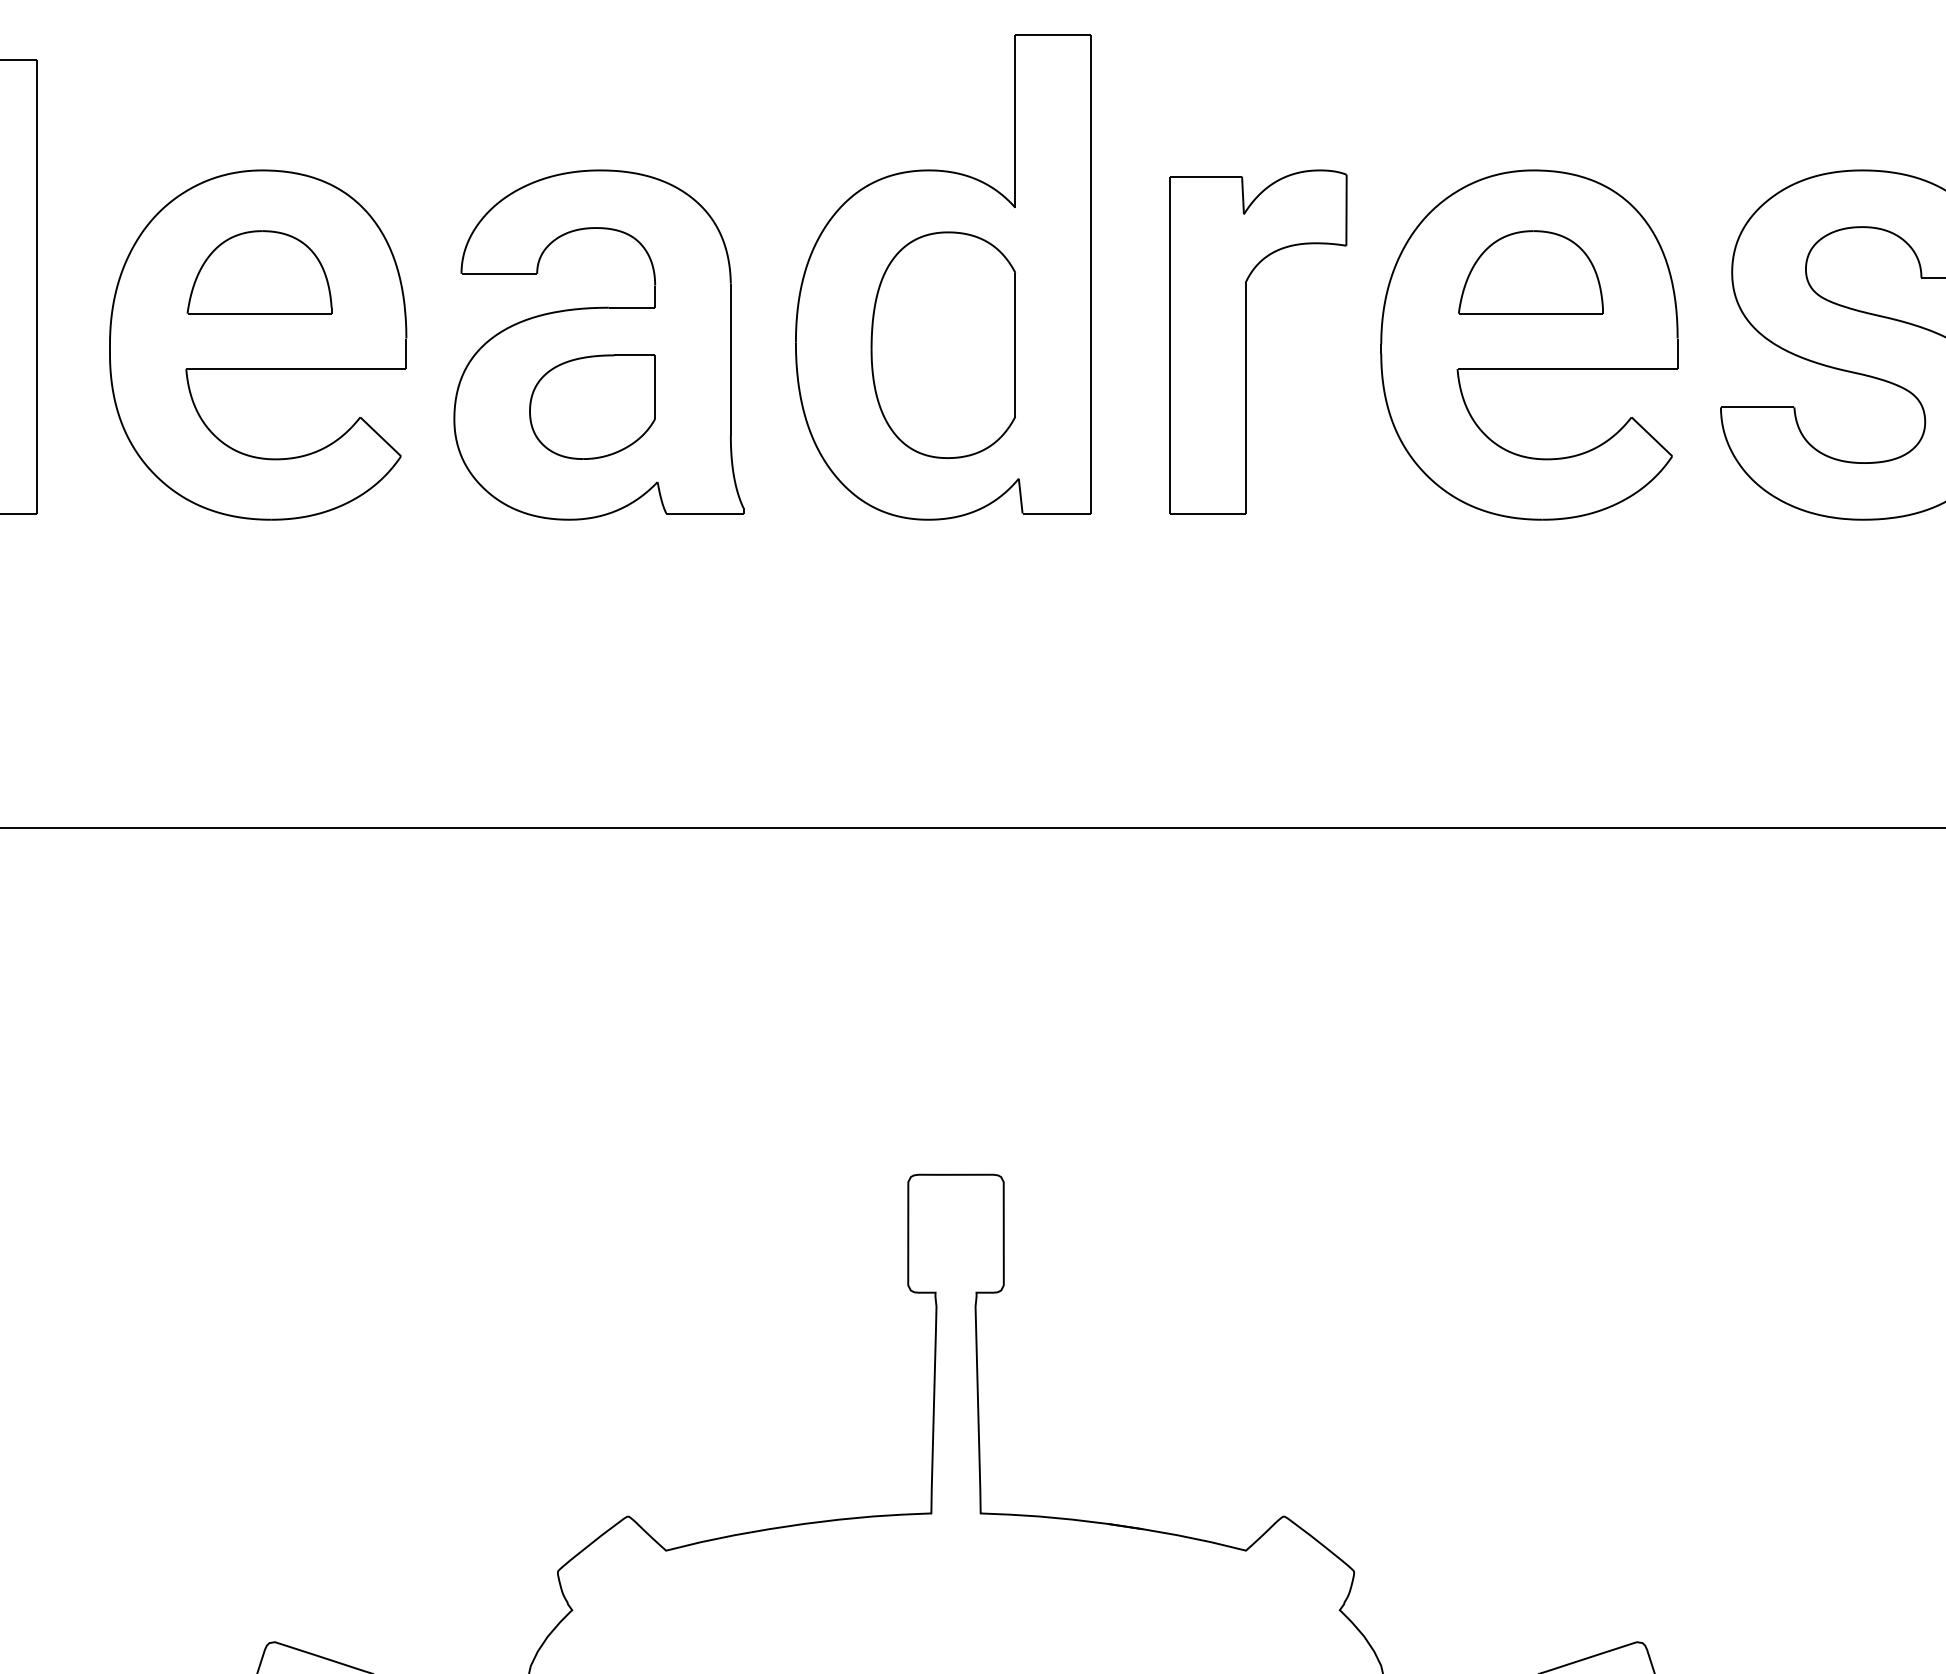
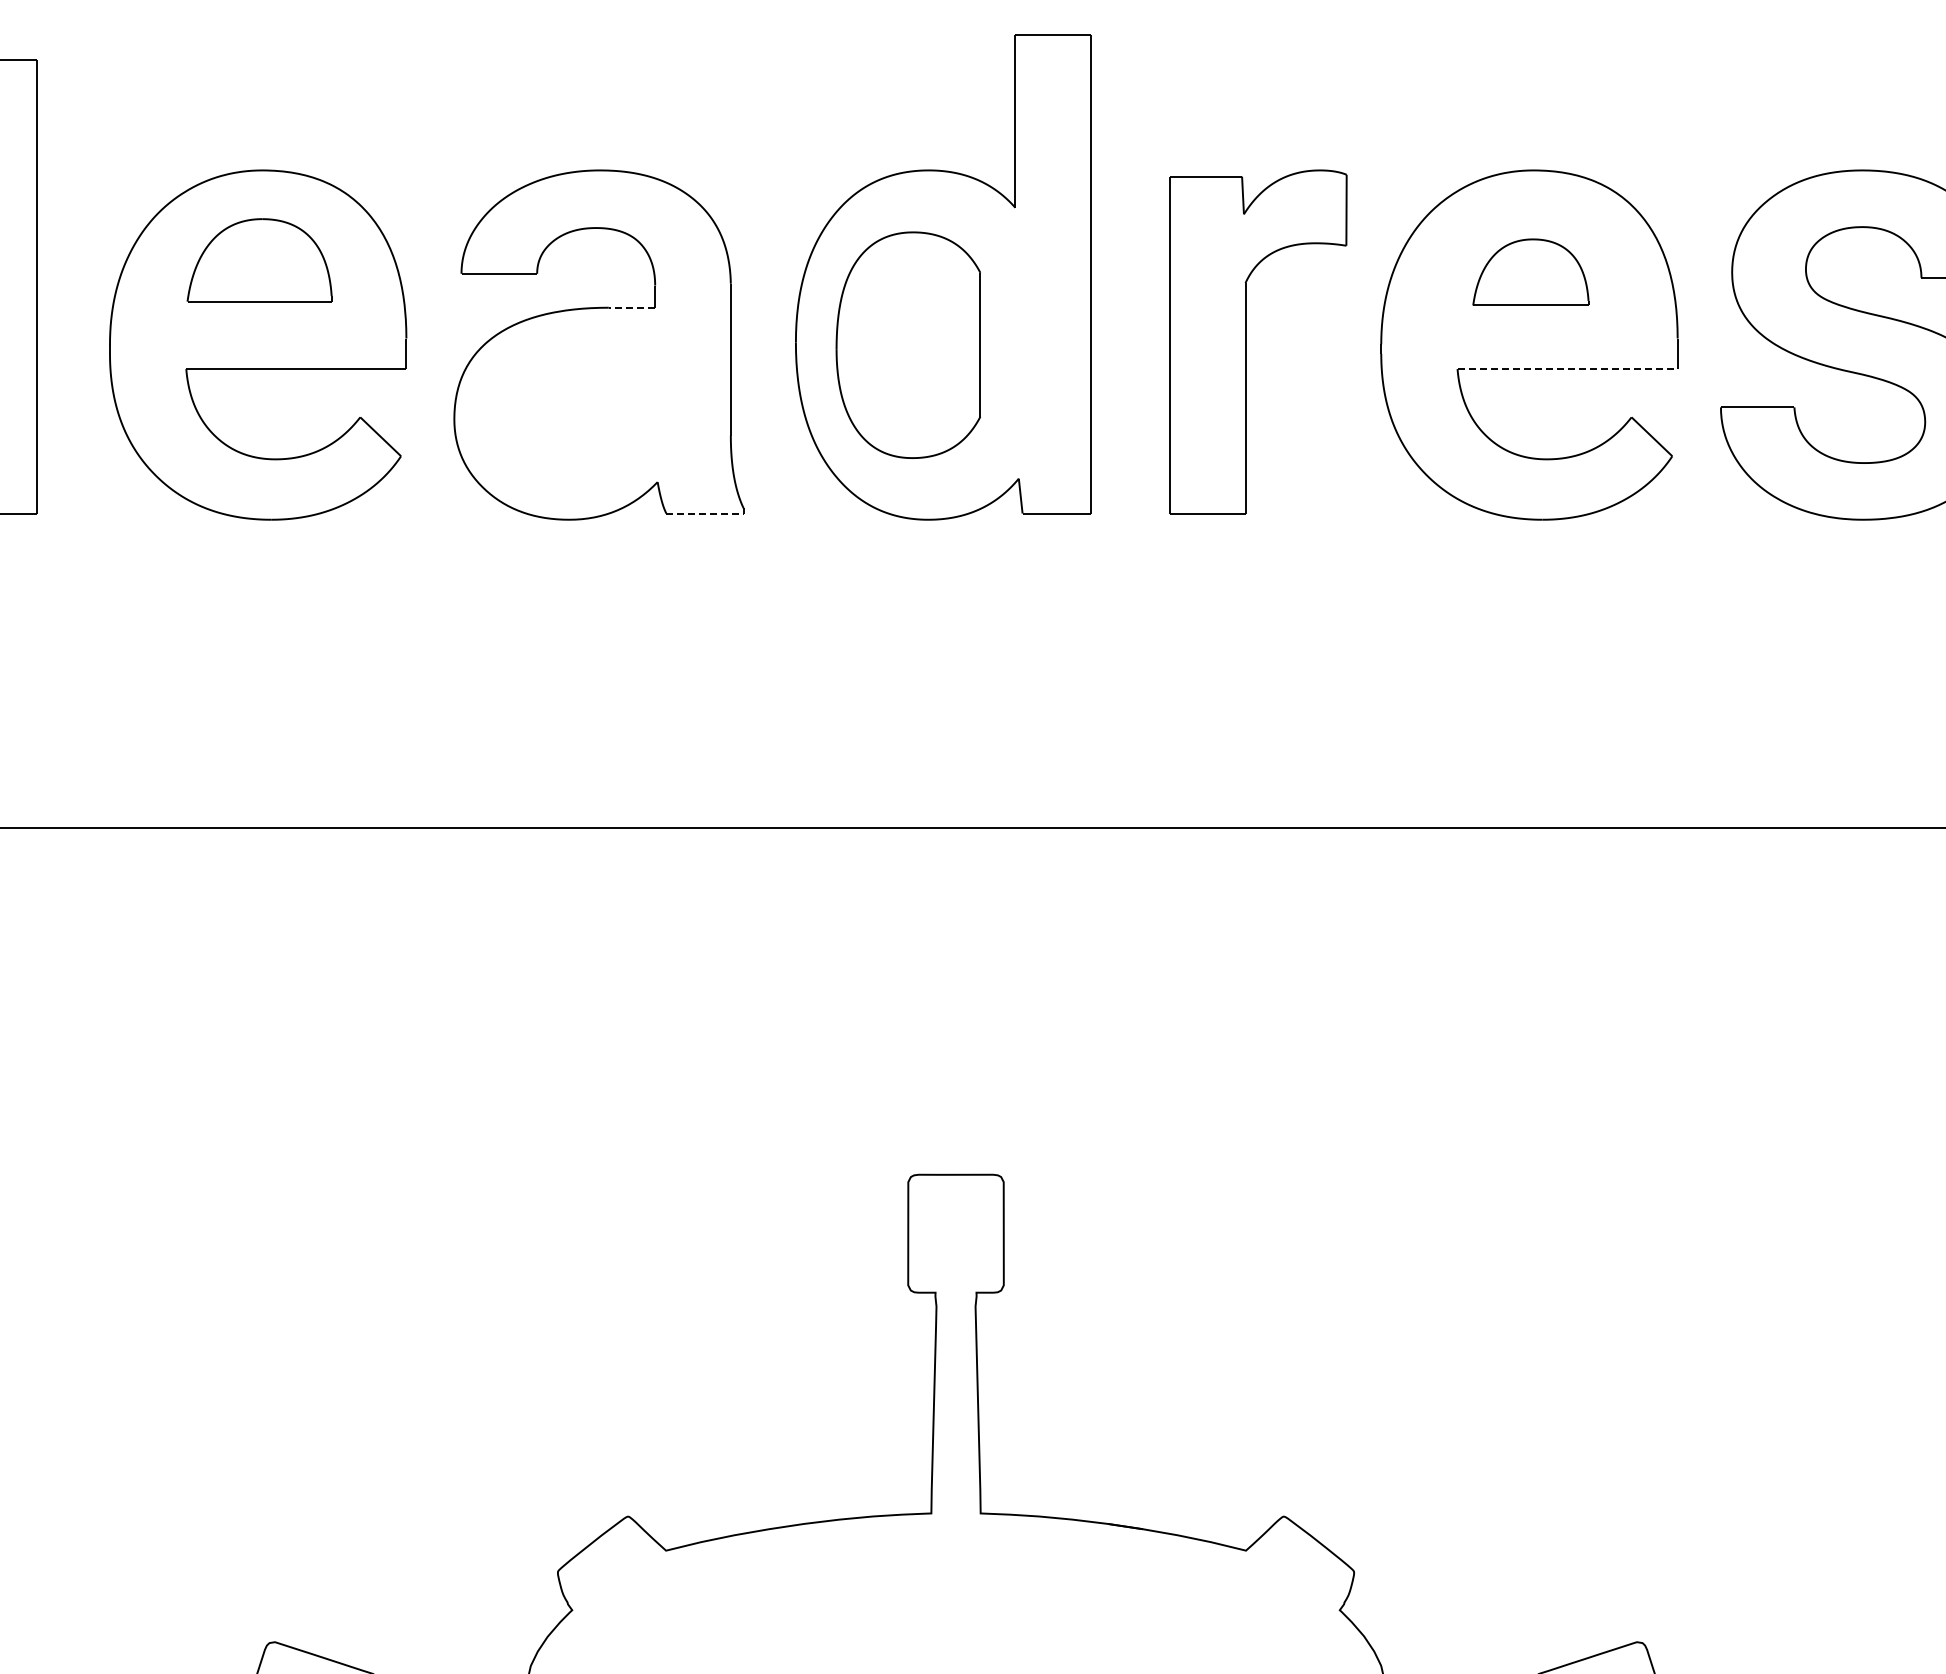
part at (259, 272) position: (259, 272) -> (259, 260)
part at (1530, 272) size: 146x85 px -> 118x68 px
line at (631, 307): solid -> dashed
part at (942, 344) position: (942, 344) -> (907, 344)
line at (1568, 369): solid -> dashed
part at (592, 406): present -> none
line at (704, 513): solid -> dashed
